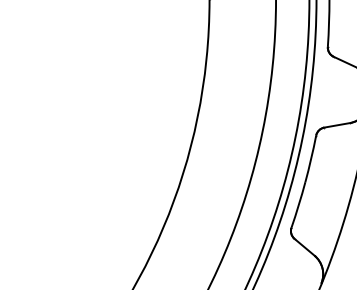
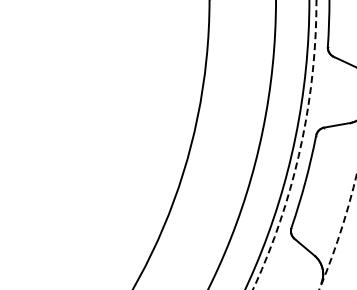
circle at (284, 144): solid -> dashed
circle at (337, 231): solid -> dashed
